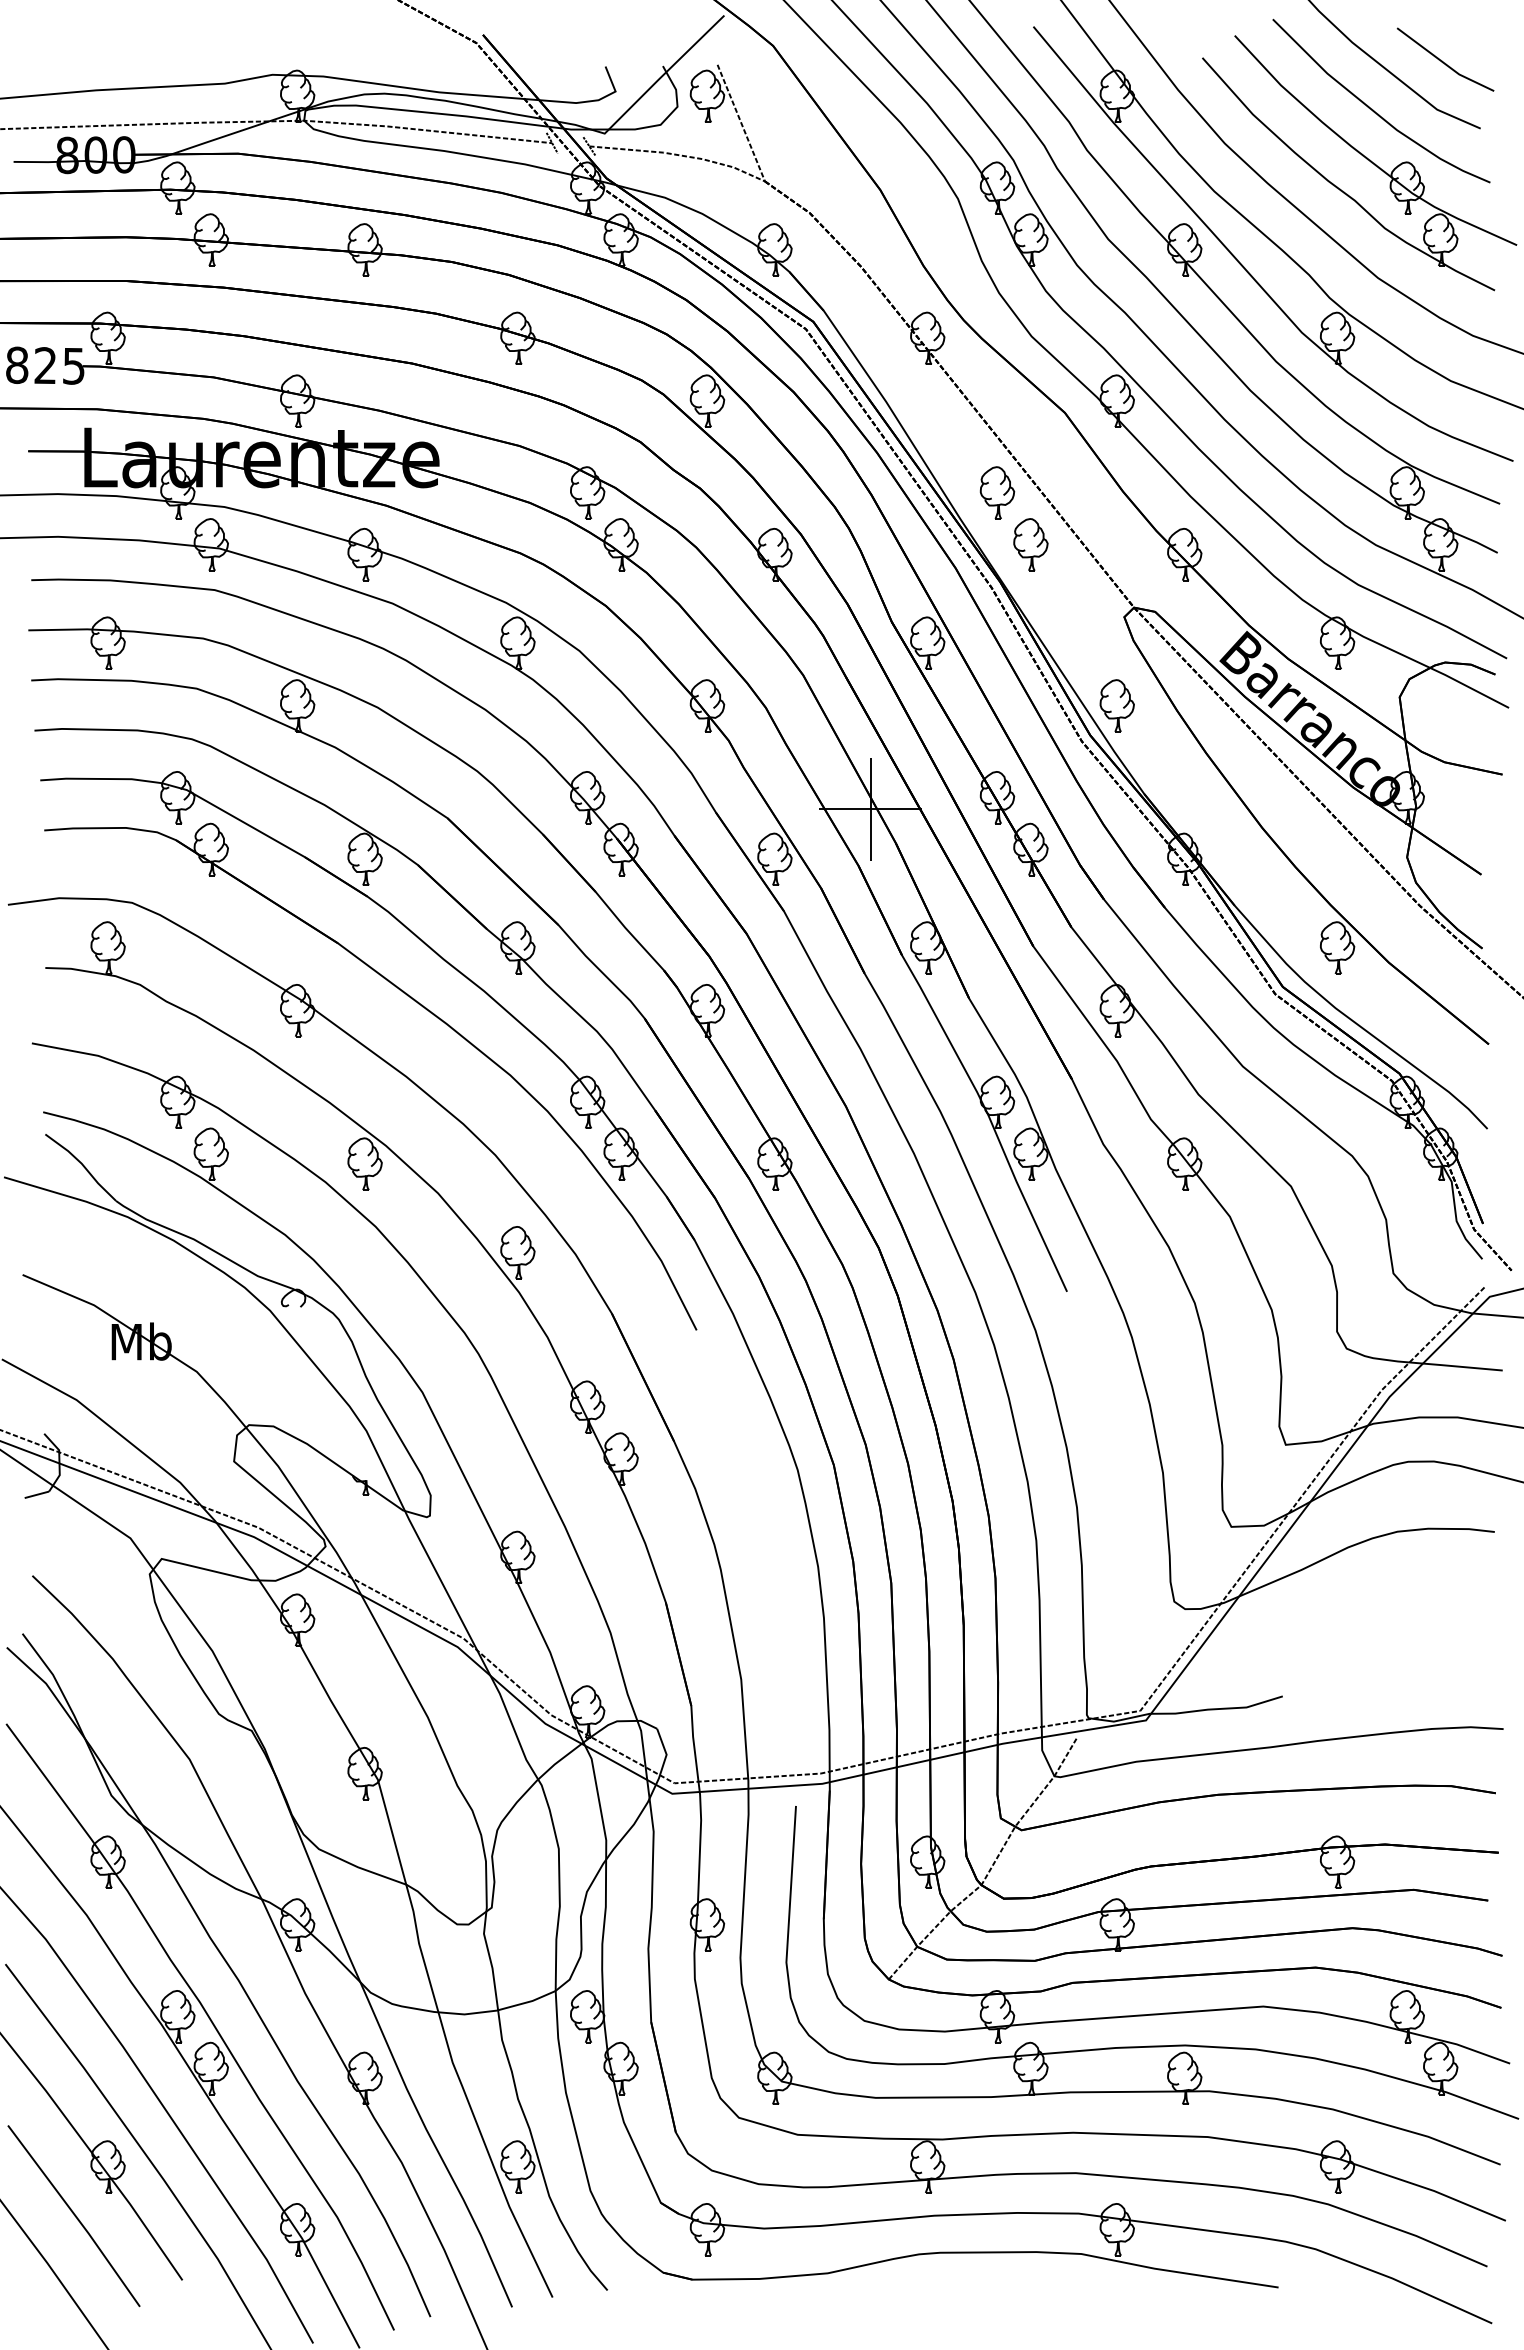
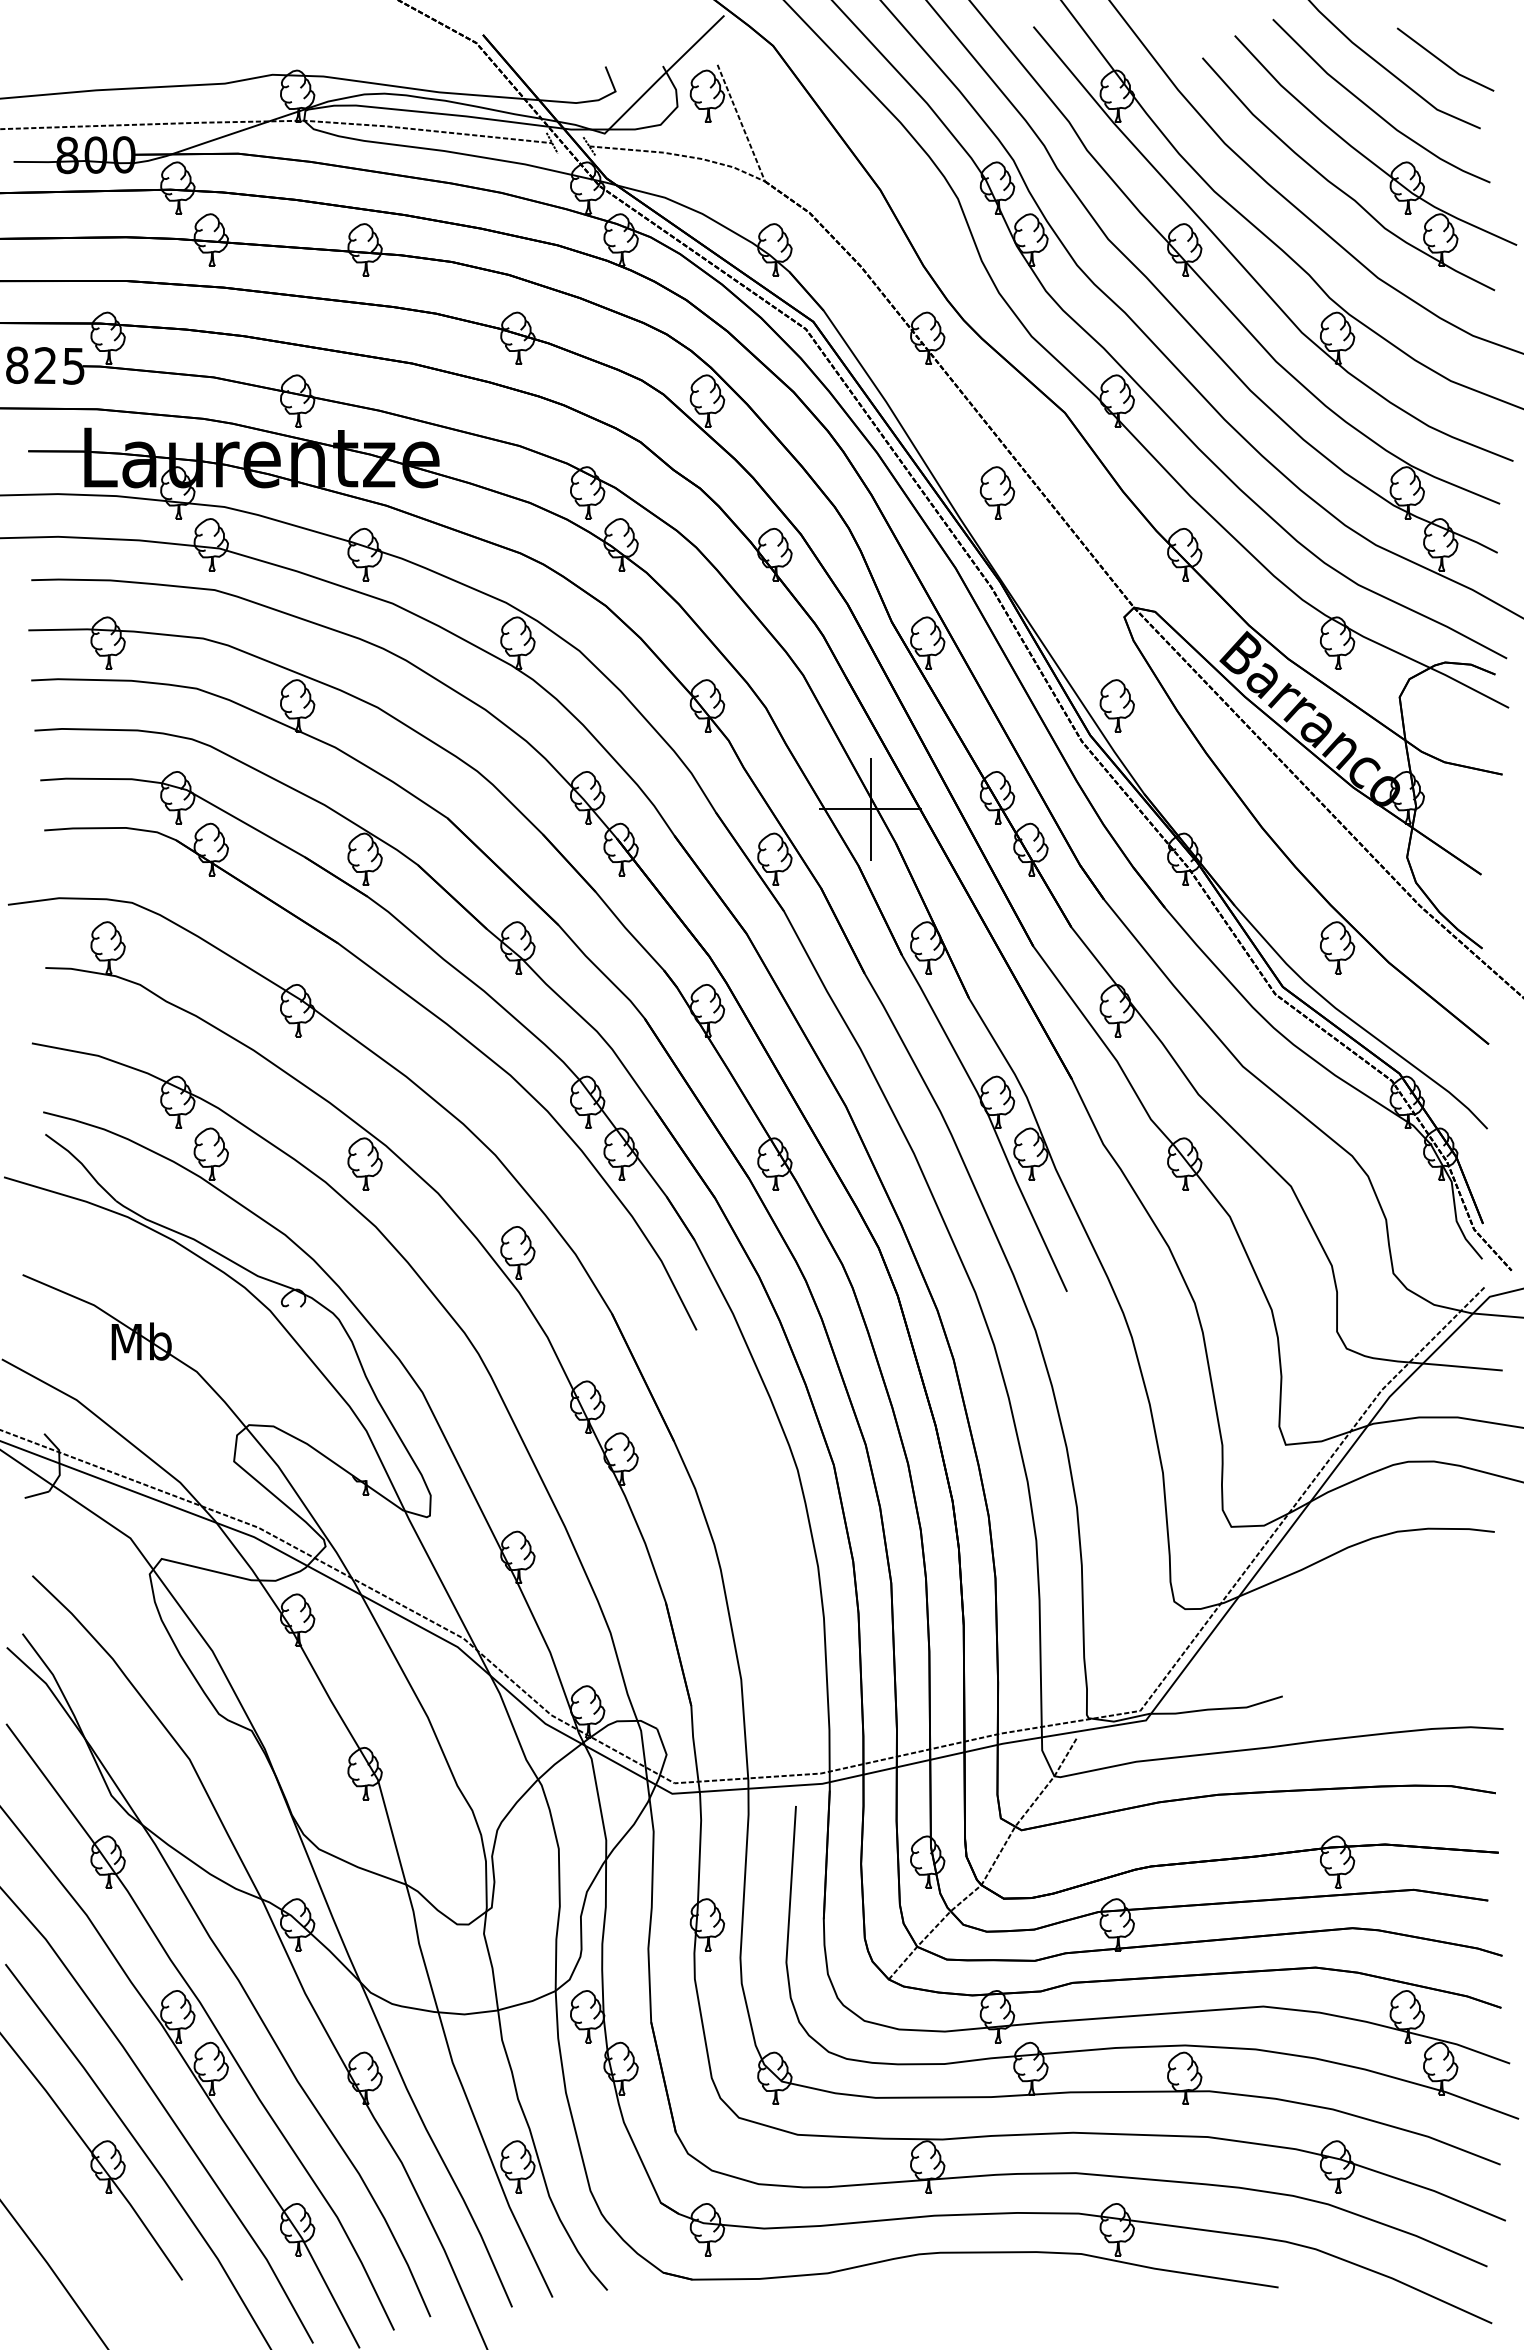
part at (1030, 544): present -> none
line at (74, 2216): present -> none
